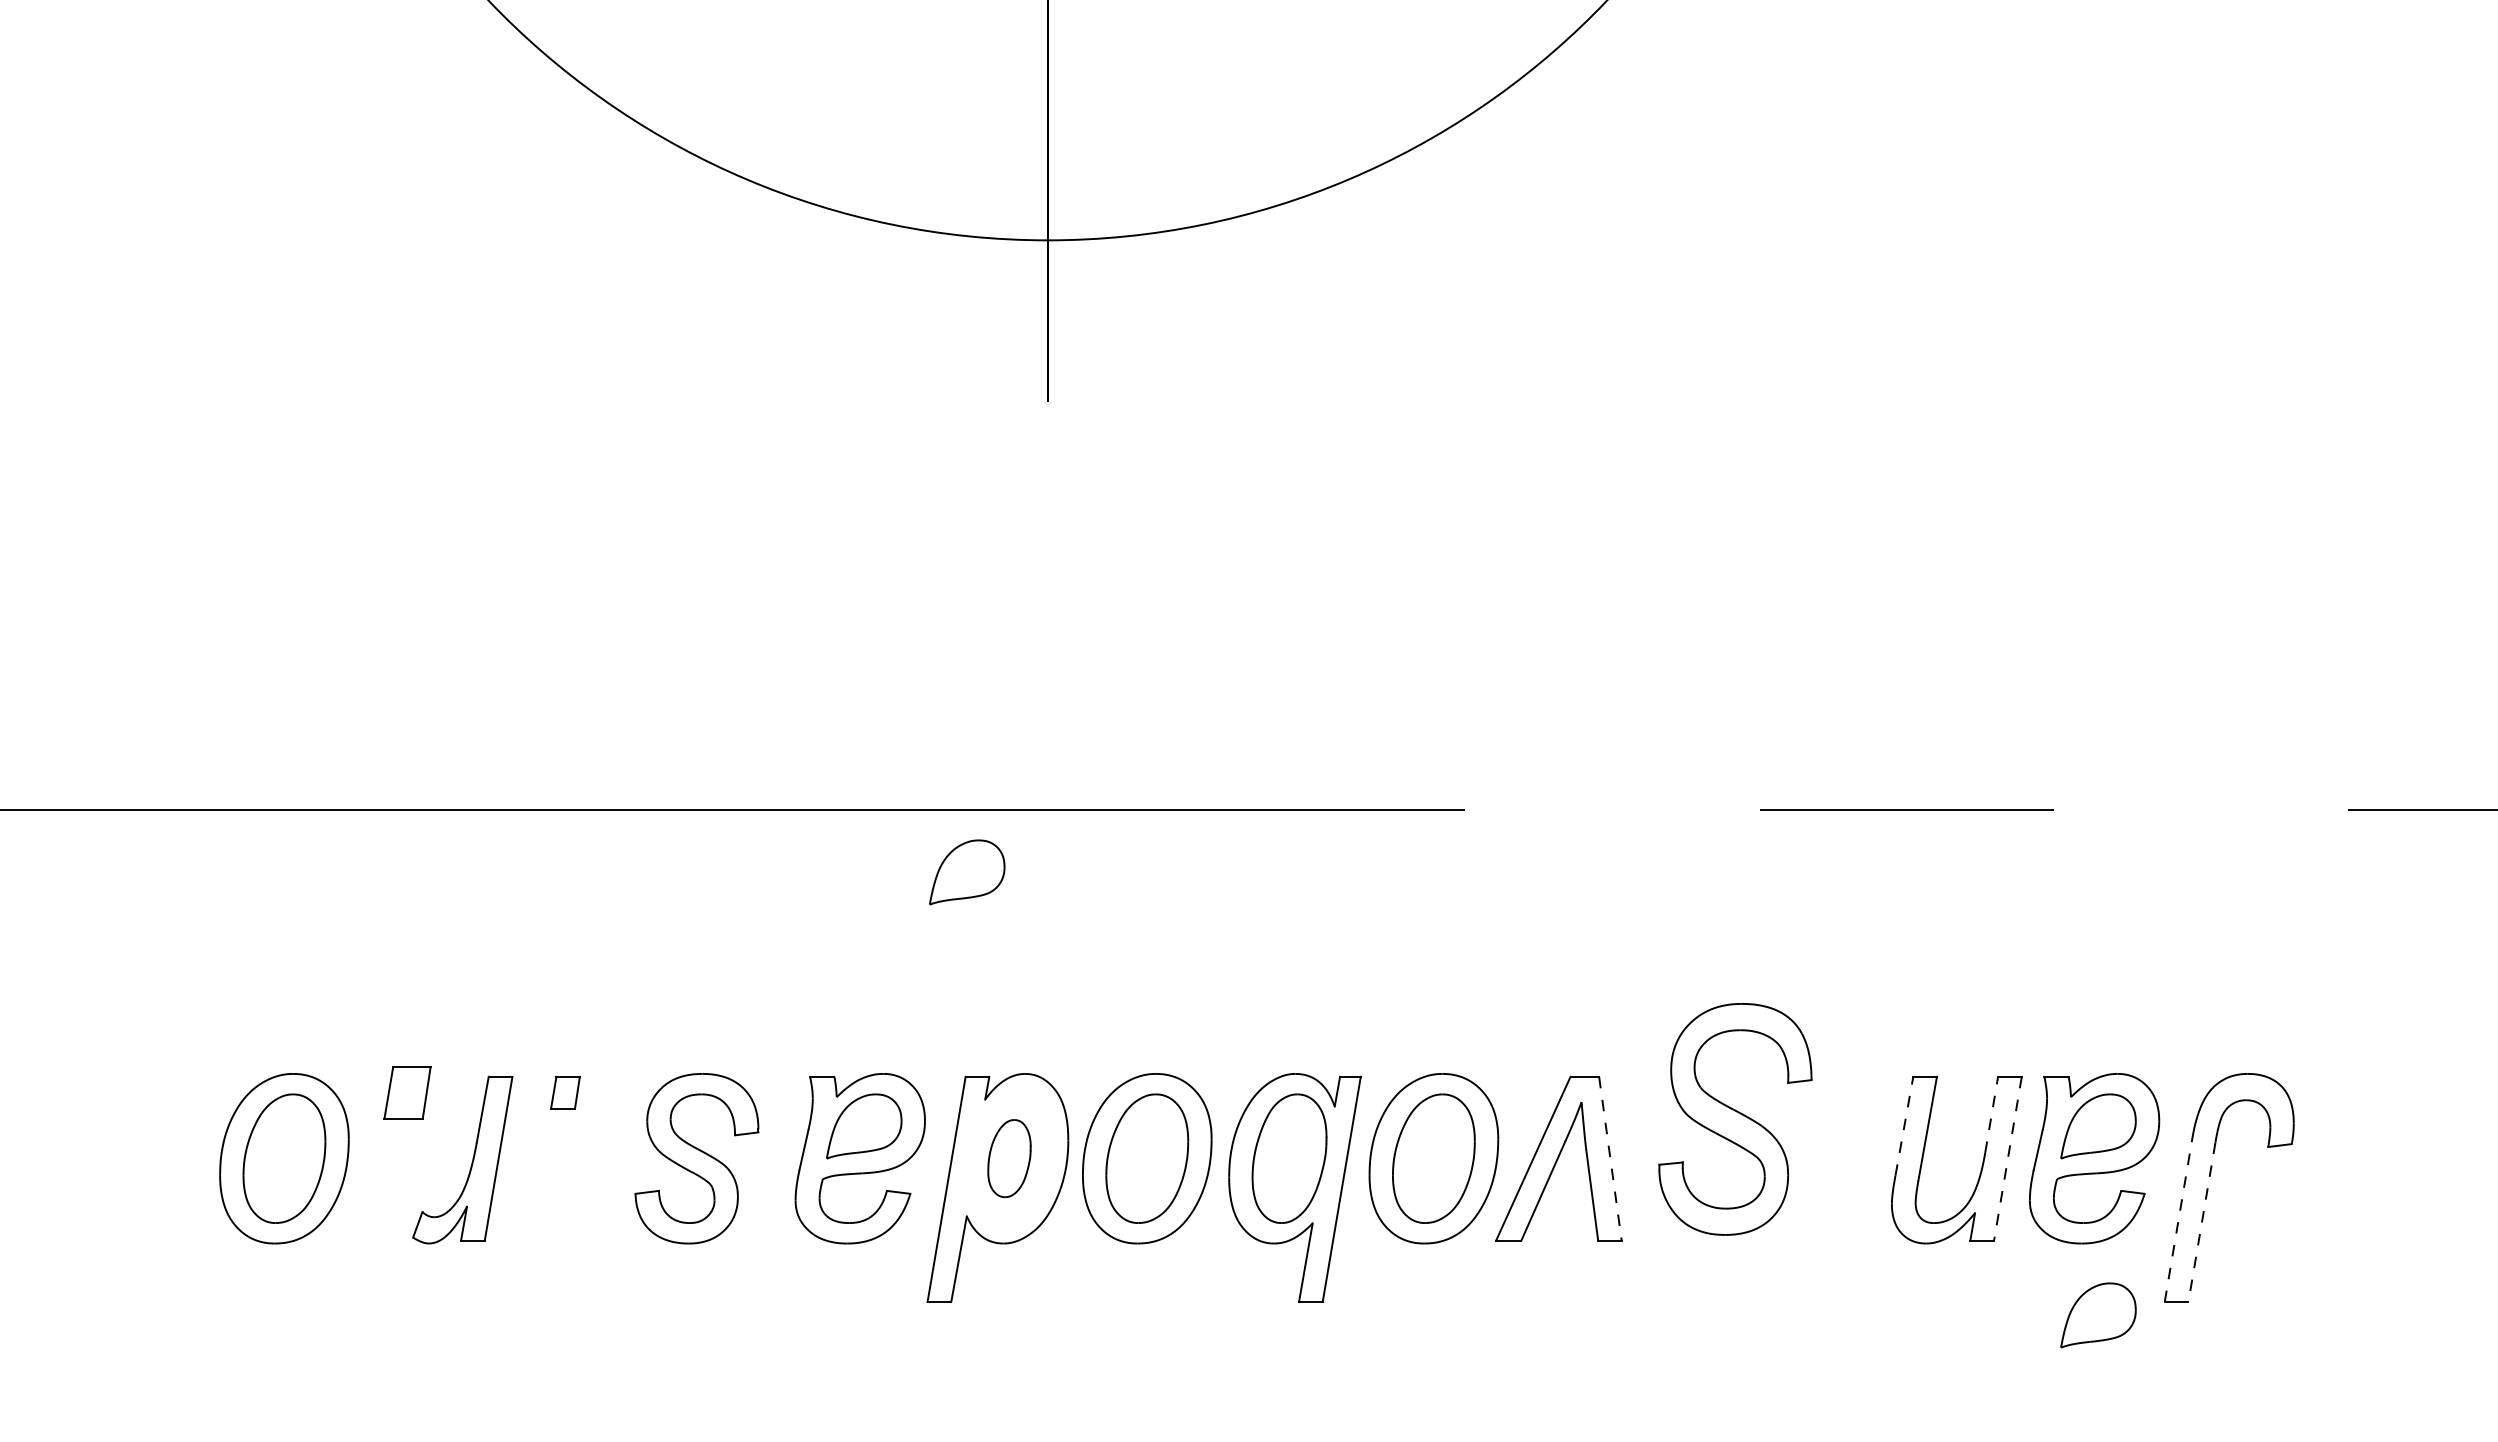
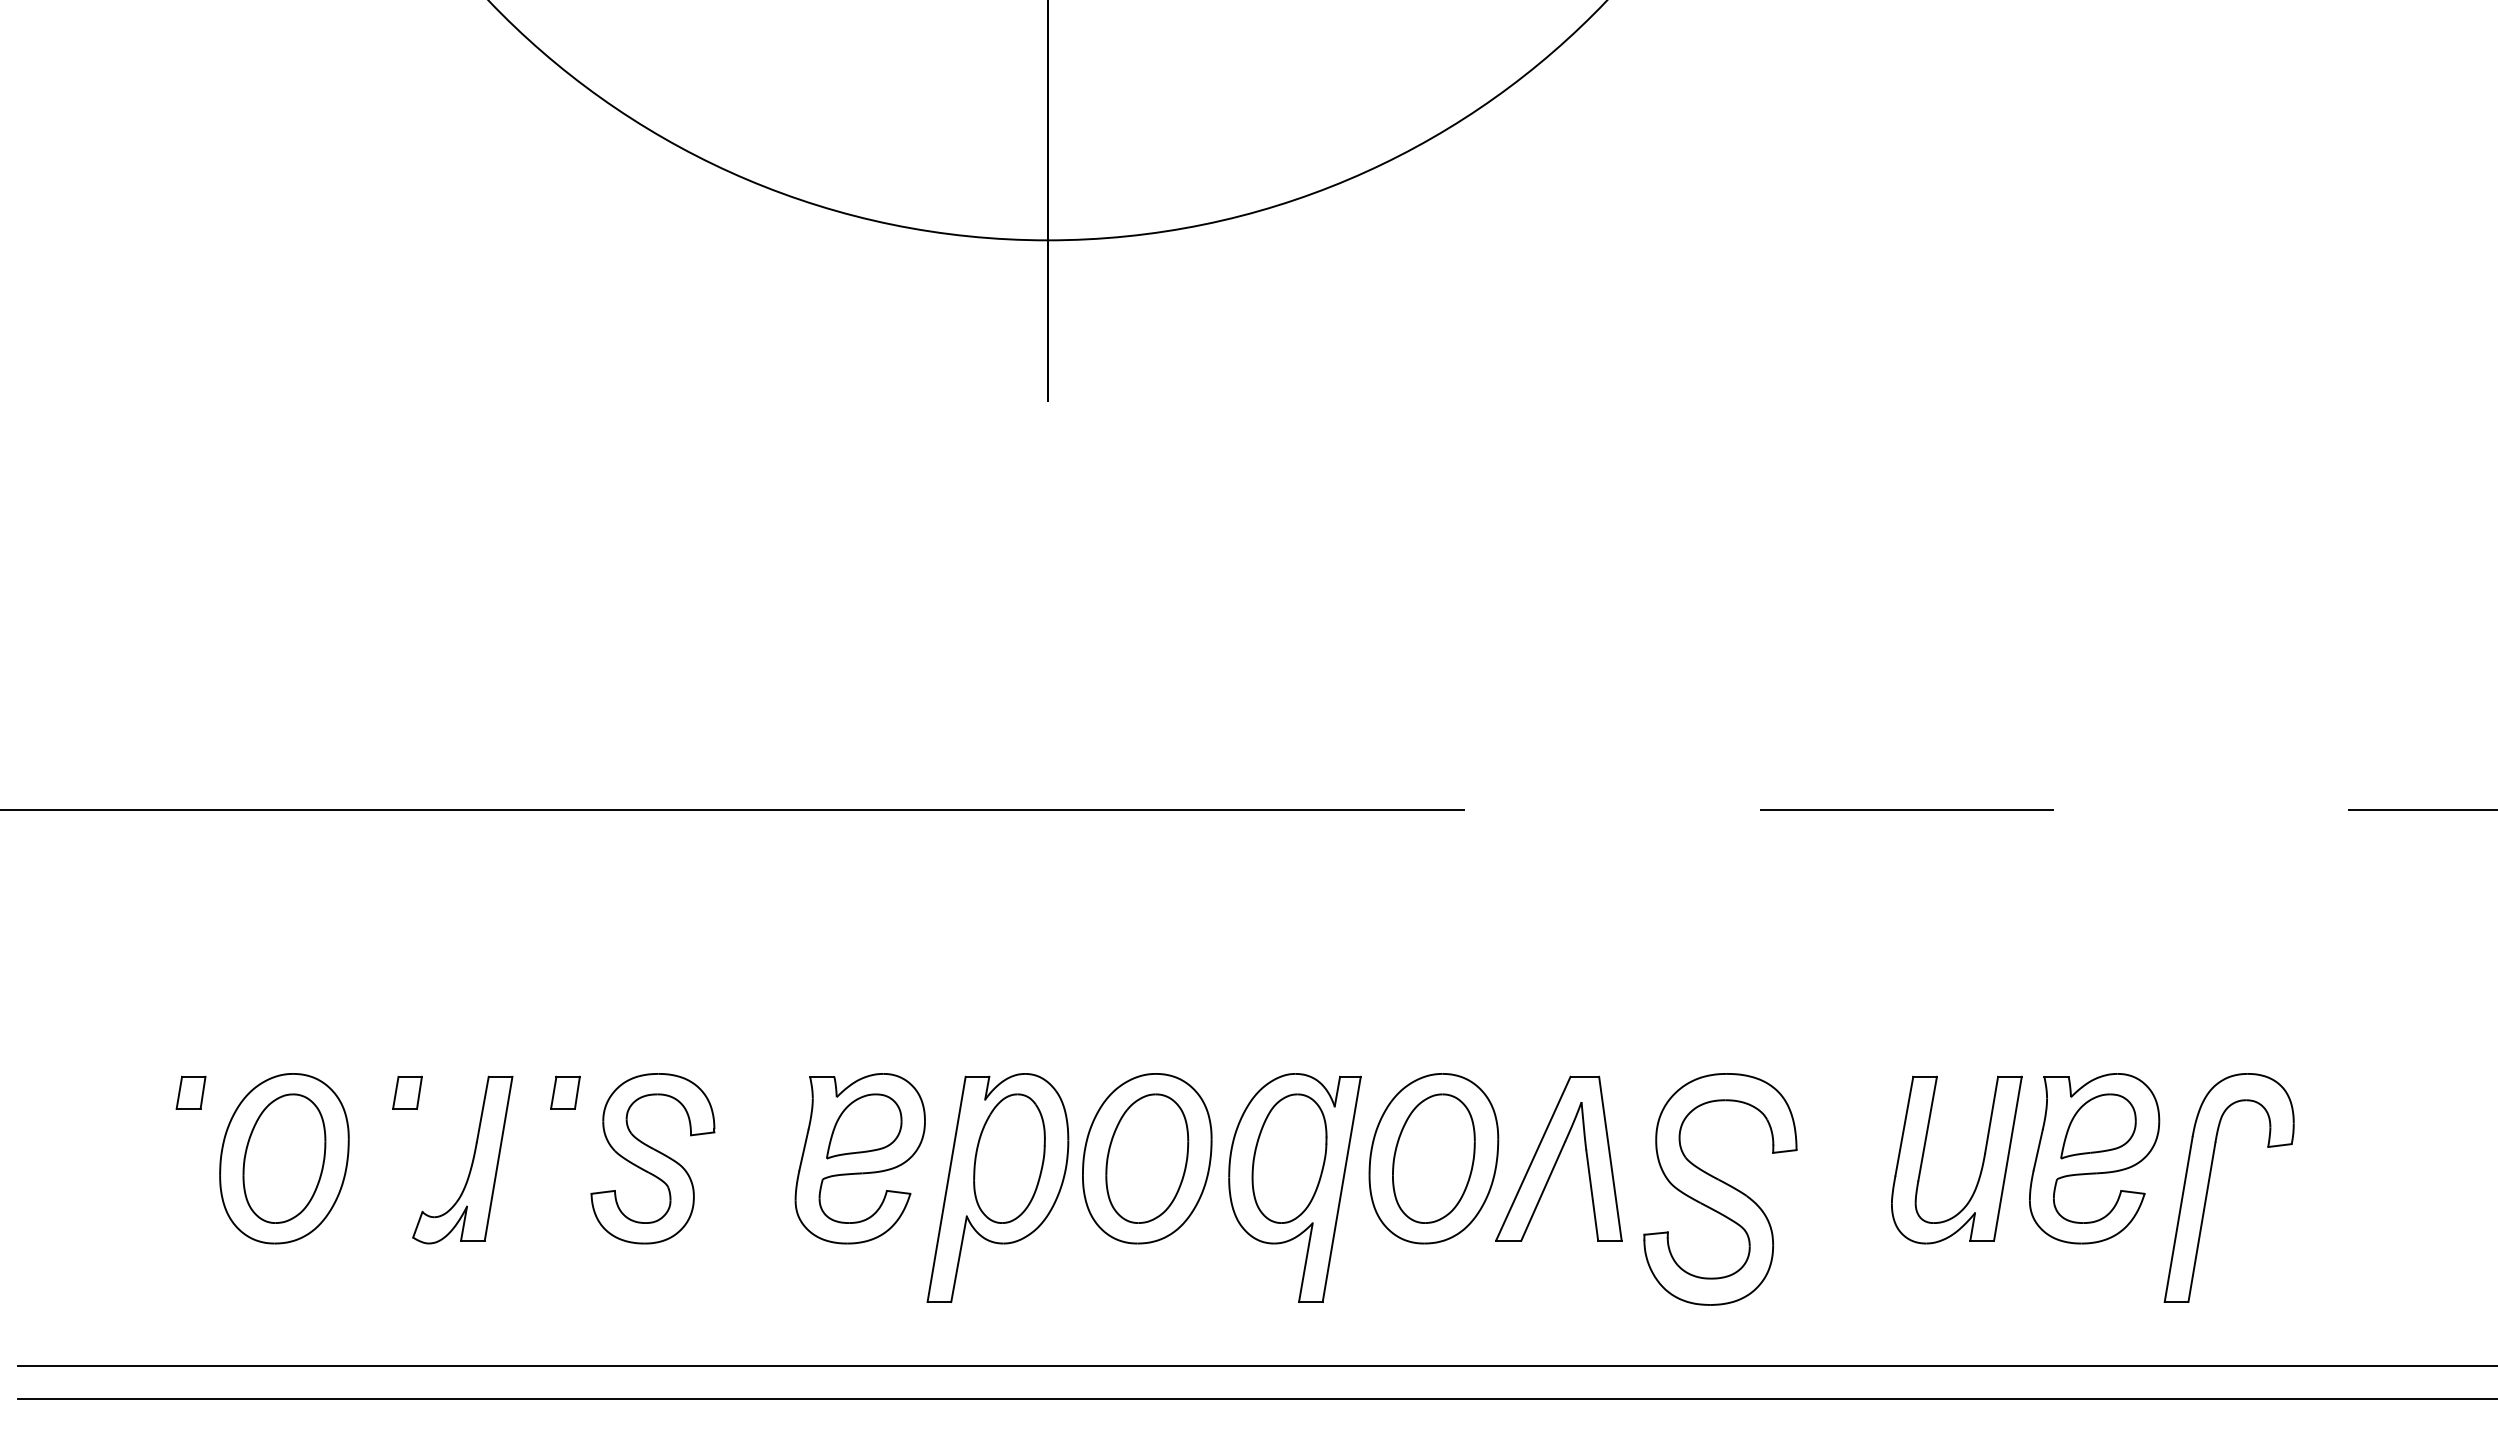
part at (967, 872): present -> none
part at (190, 1092): none -> present
part at (407, 1092) size: 49x54 px -> 31x35 px
line at (1991, 1114): dashed -> solid
part at (1735, 1119) position: (1735, 1119) -> (1720, 1189)
line at (1904, 1125): dashed -> solid
part at (696, 1158) position: (696, 1158) -> (652, 1158)
part at (1009, 1158) size: 45x80 px -> 73x131 px
line at (1610, 1158): dashed -> solid
line at (2007, 1159): dashed -> solid
line at (2178, 1219): dashed -> solid
line at (2201, 1222): dashed -> solid
part at (2098, 1315): present -> none
line at (1256, 1366): none -> present
line at (1256, 1398): none -> present
